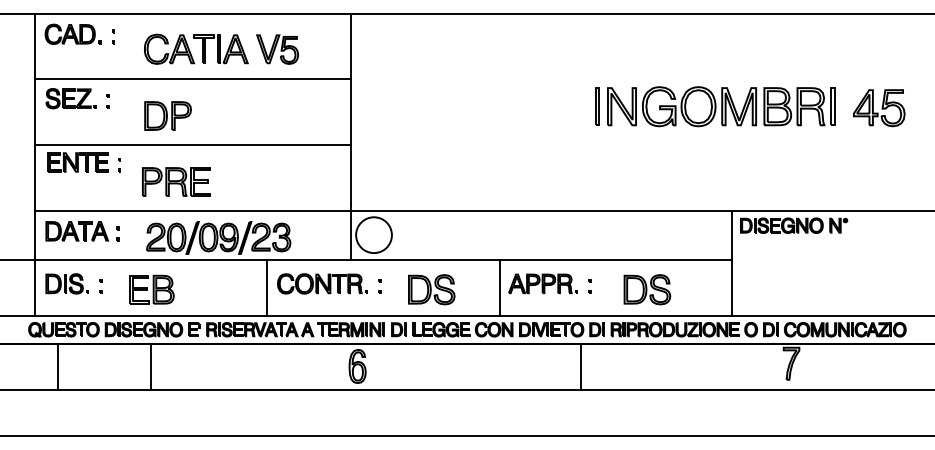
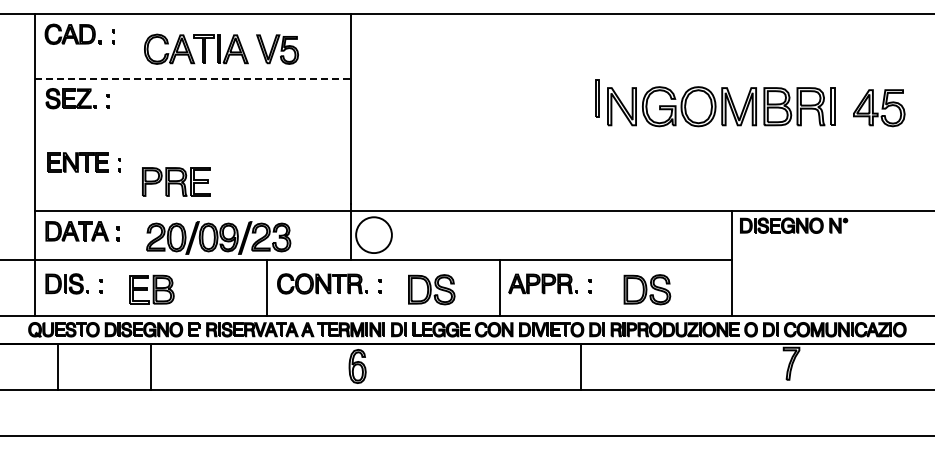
line at (193, 79): solid -> dashed
line at (596, 106) position: (596, 106) -> (596, 98)
part at (167, 115): present -> none
line at (193, 144): present -> none
